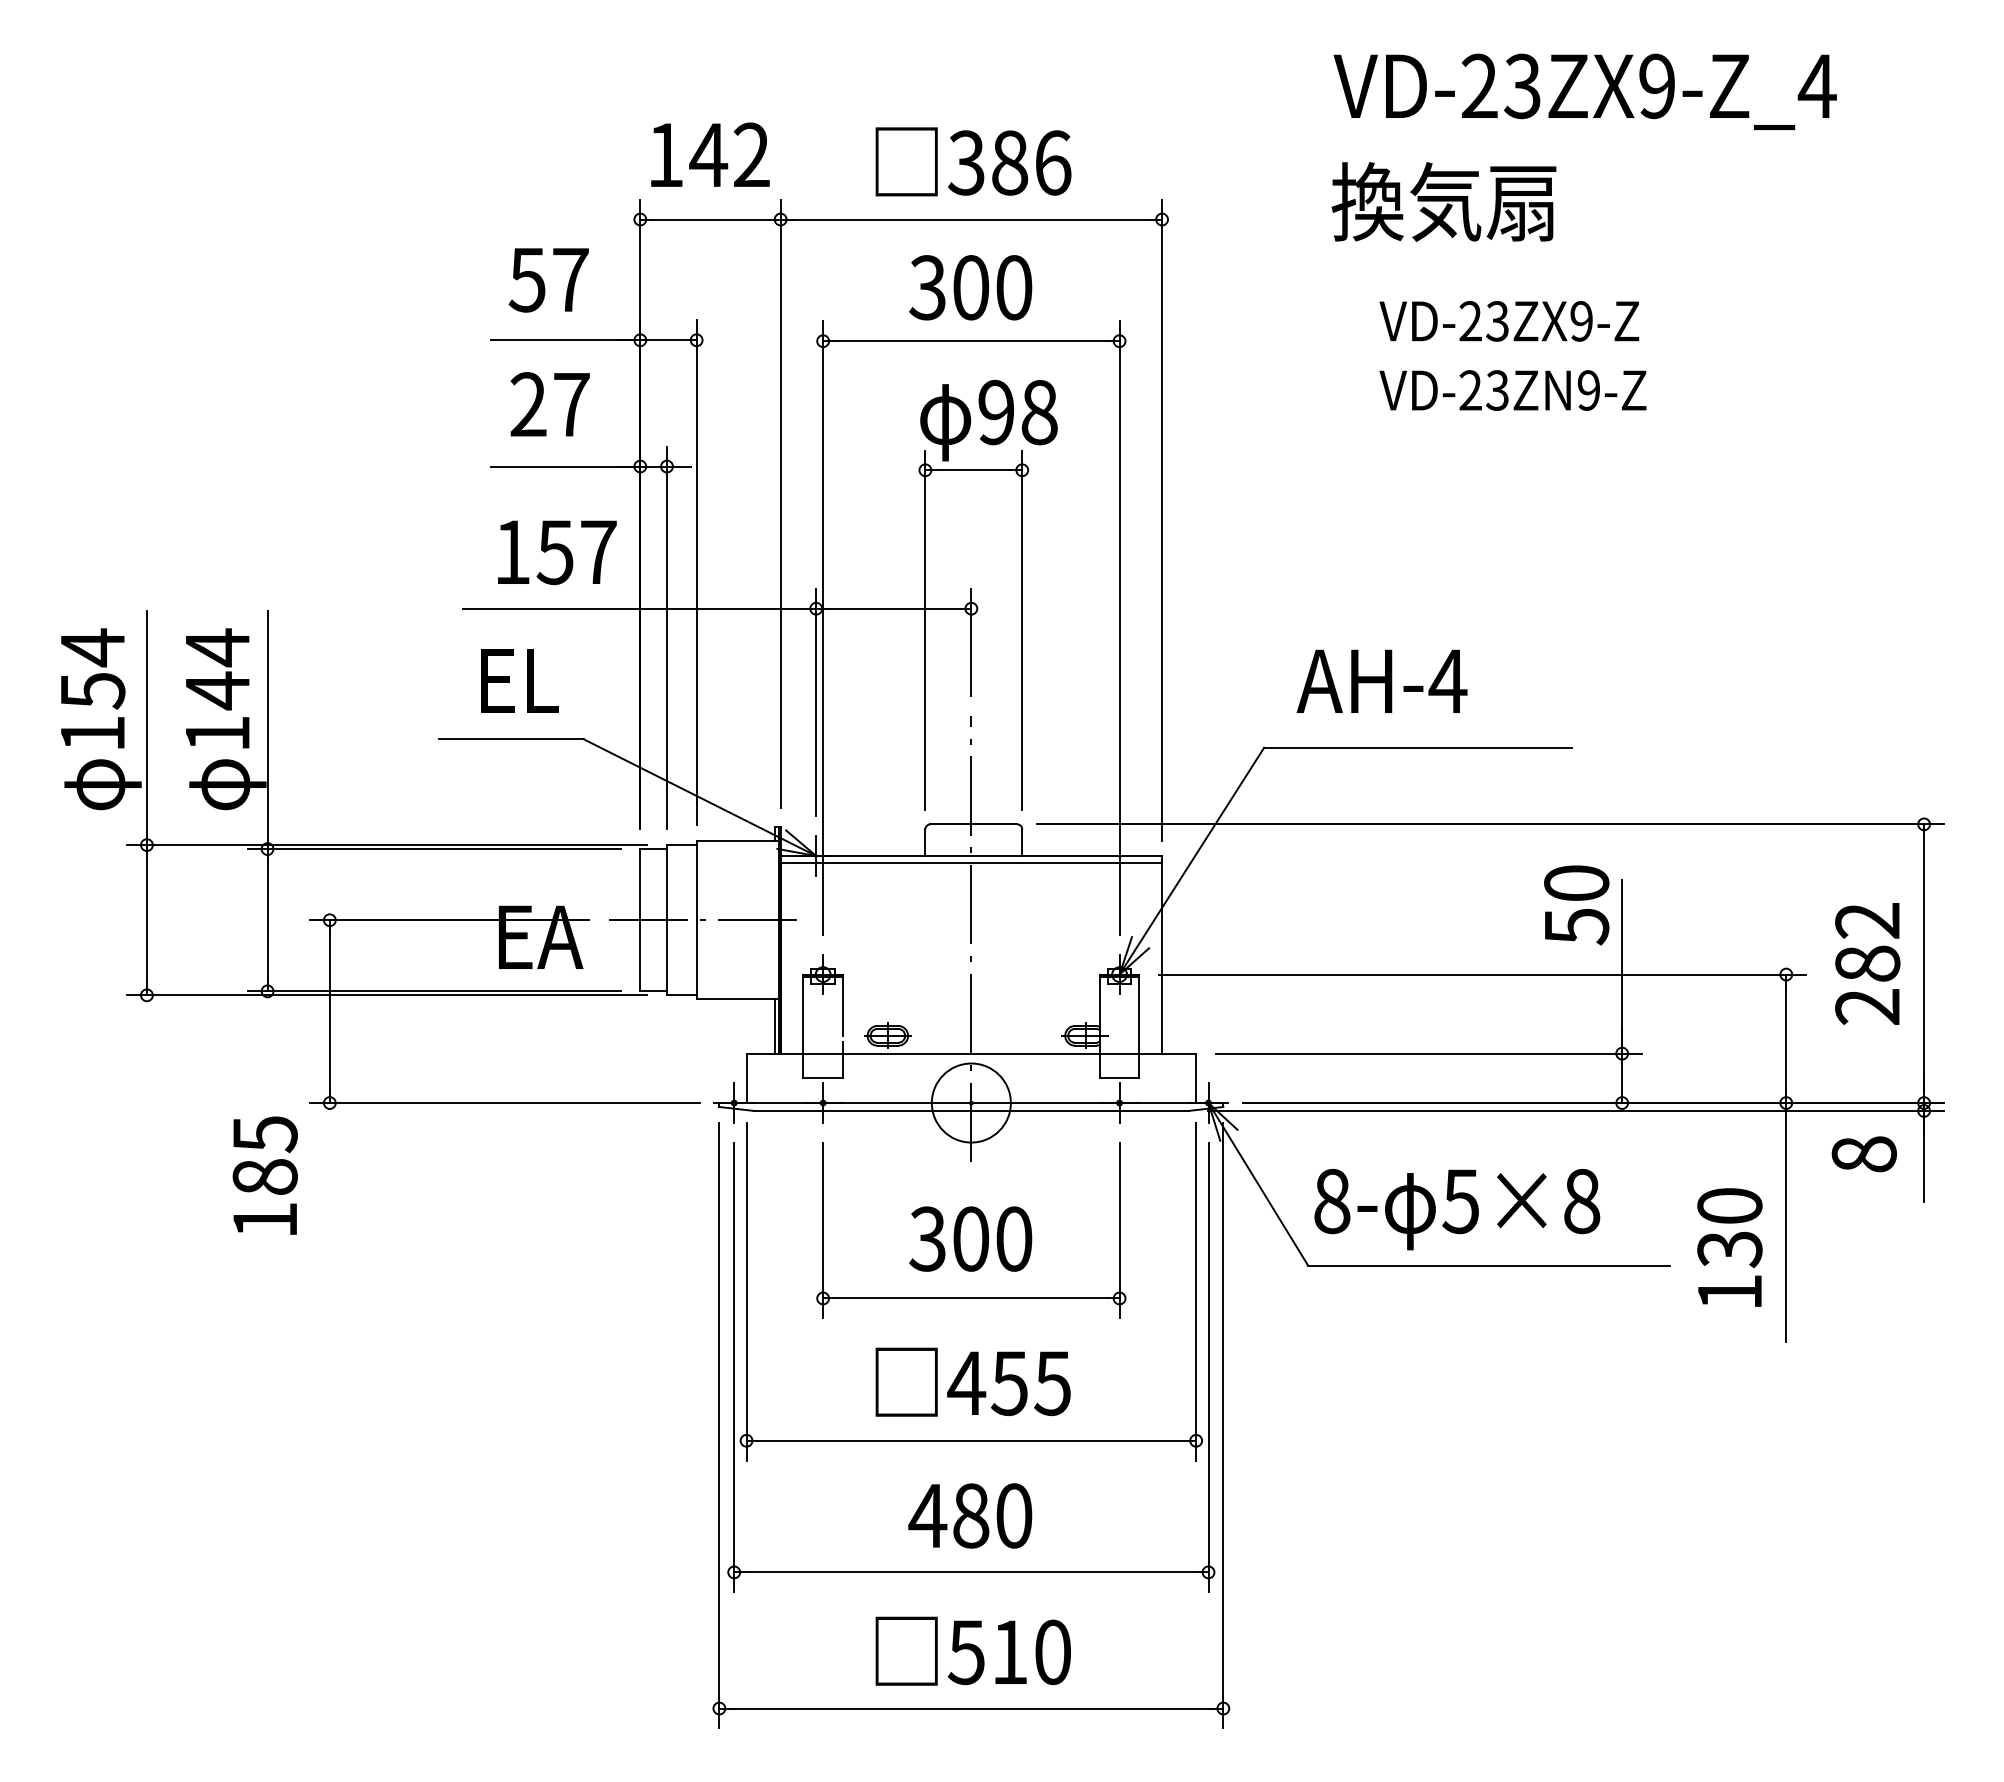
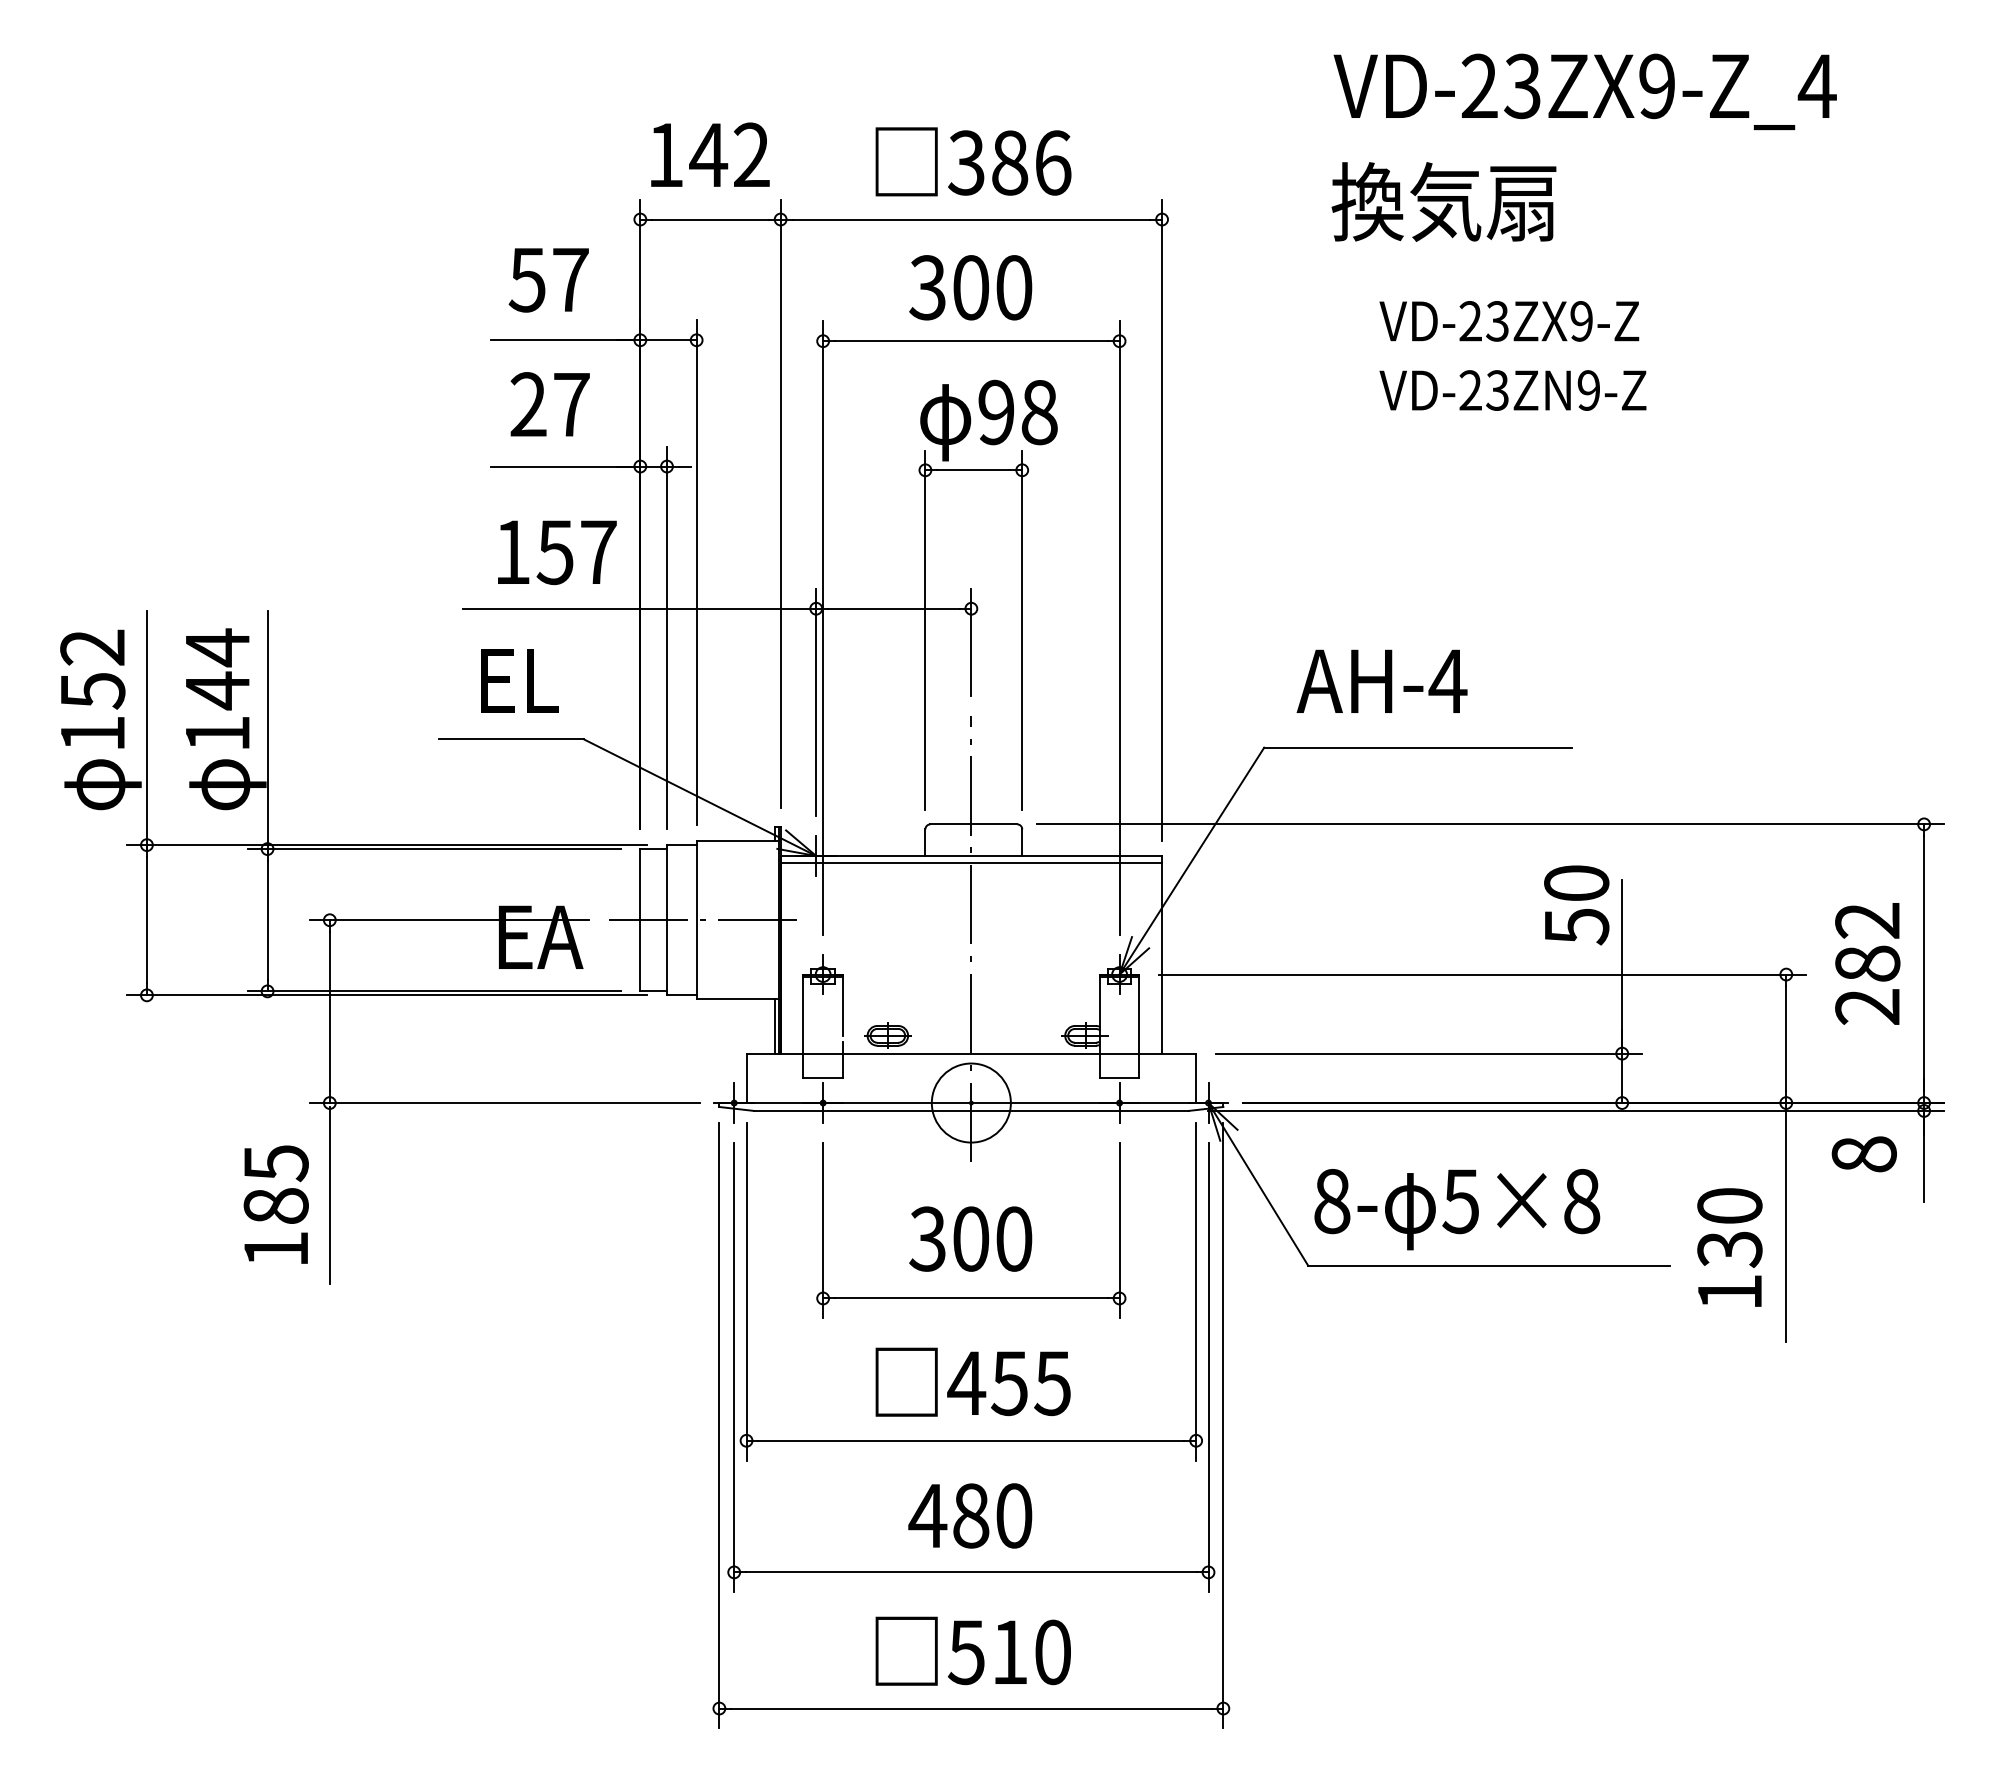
text at (92, 647): 154 -> 152
text at (264, 1175) position: (264, 1175) -> (275, 1204)
line at (329, 1195): none -> present
